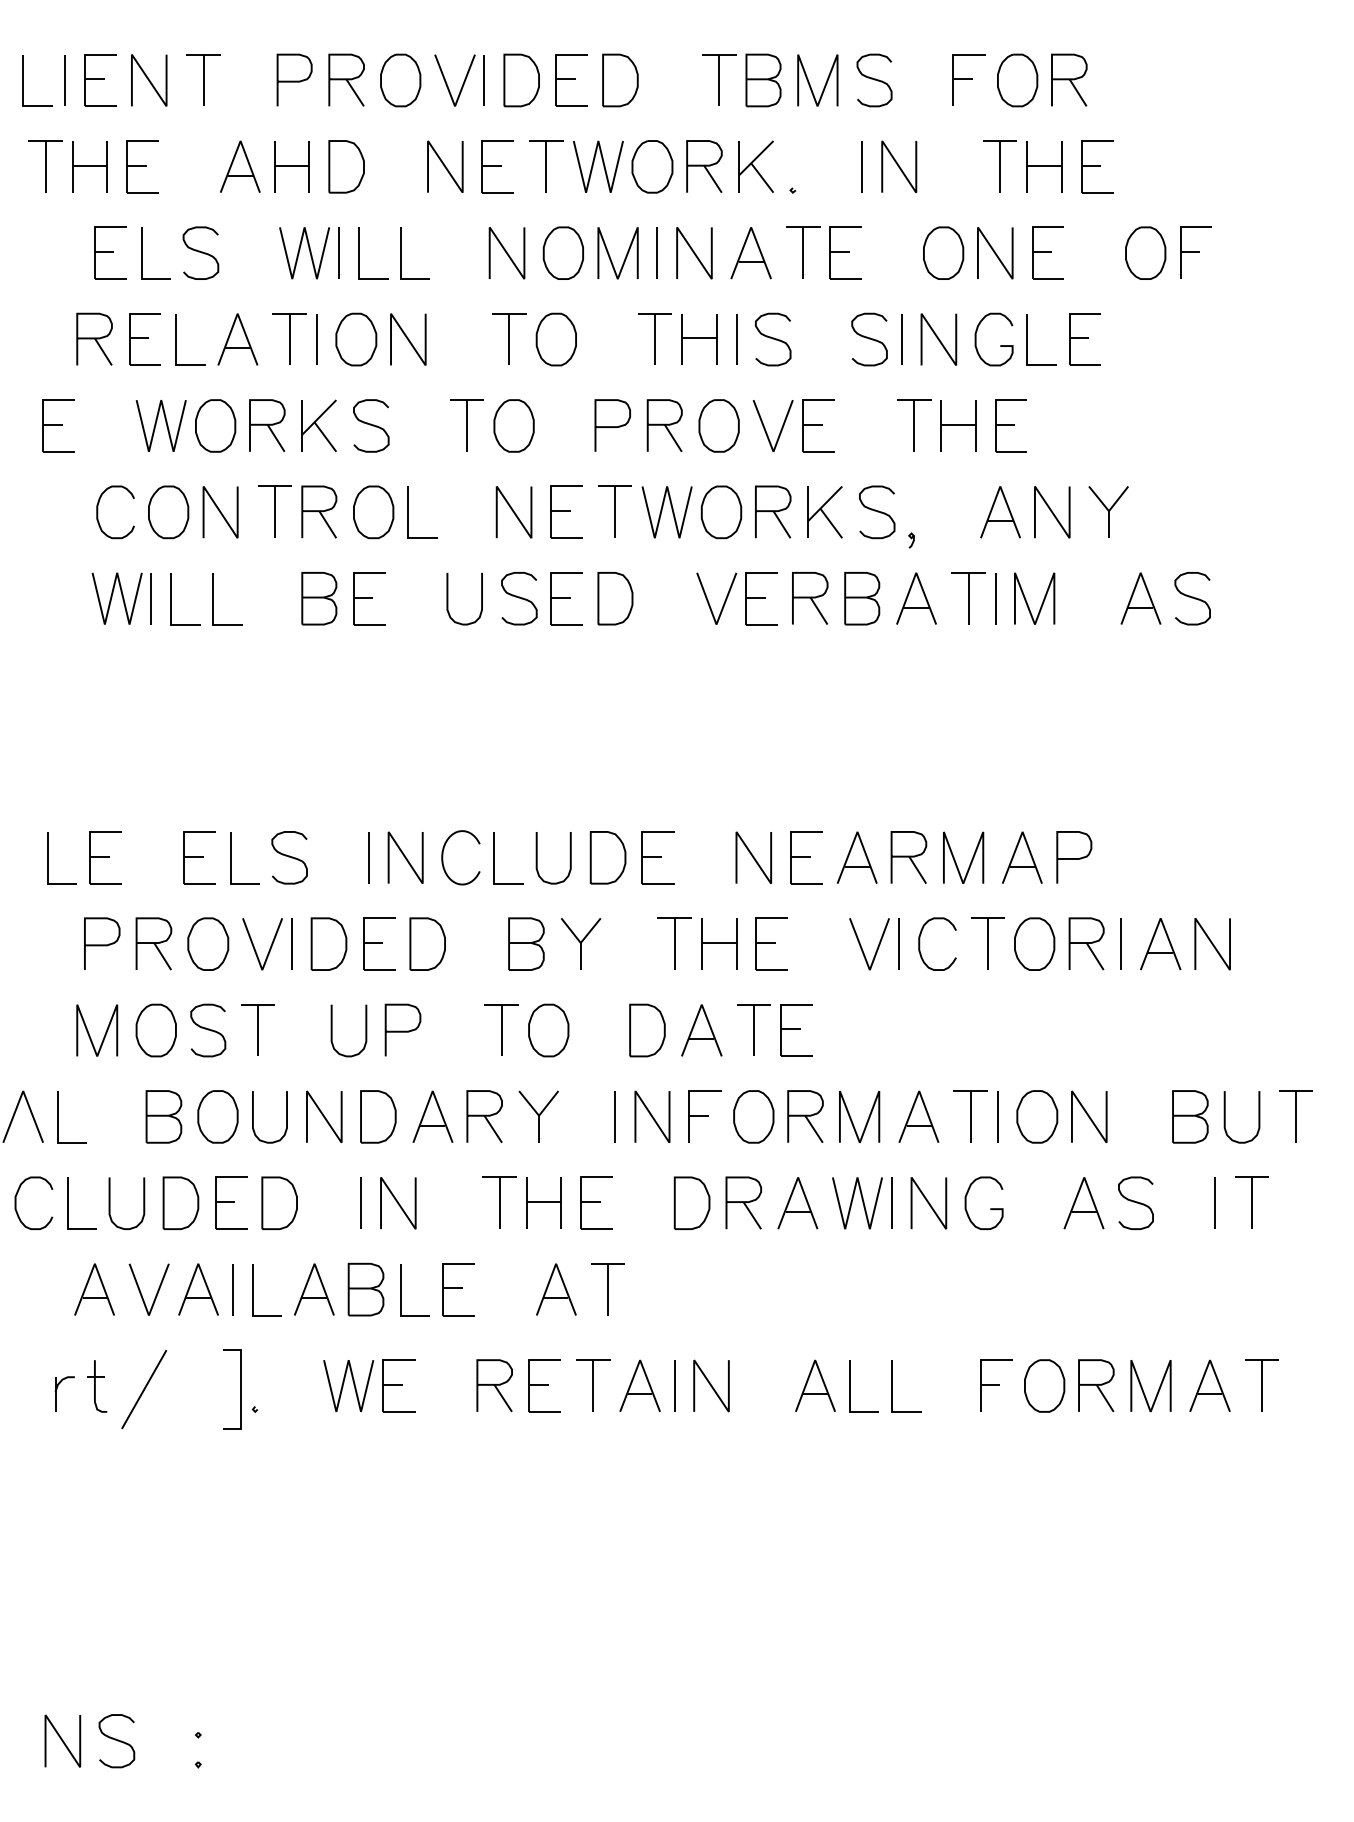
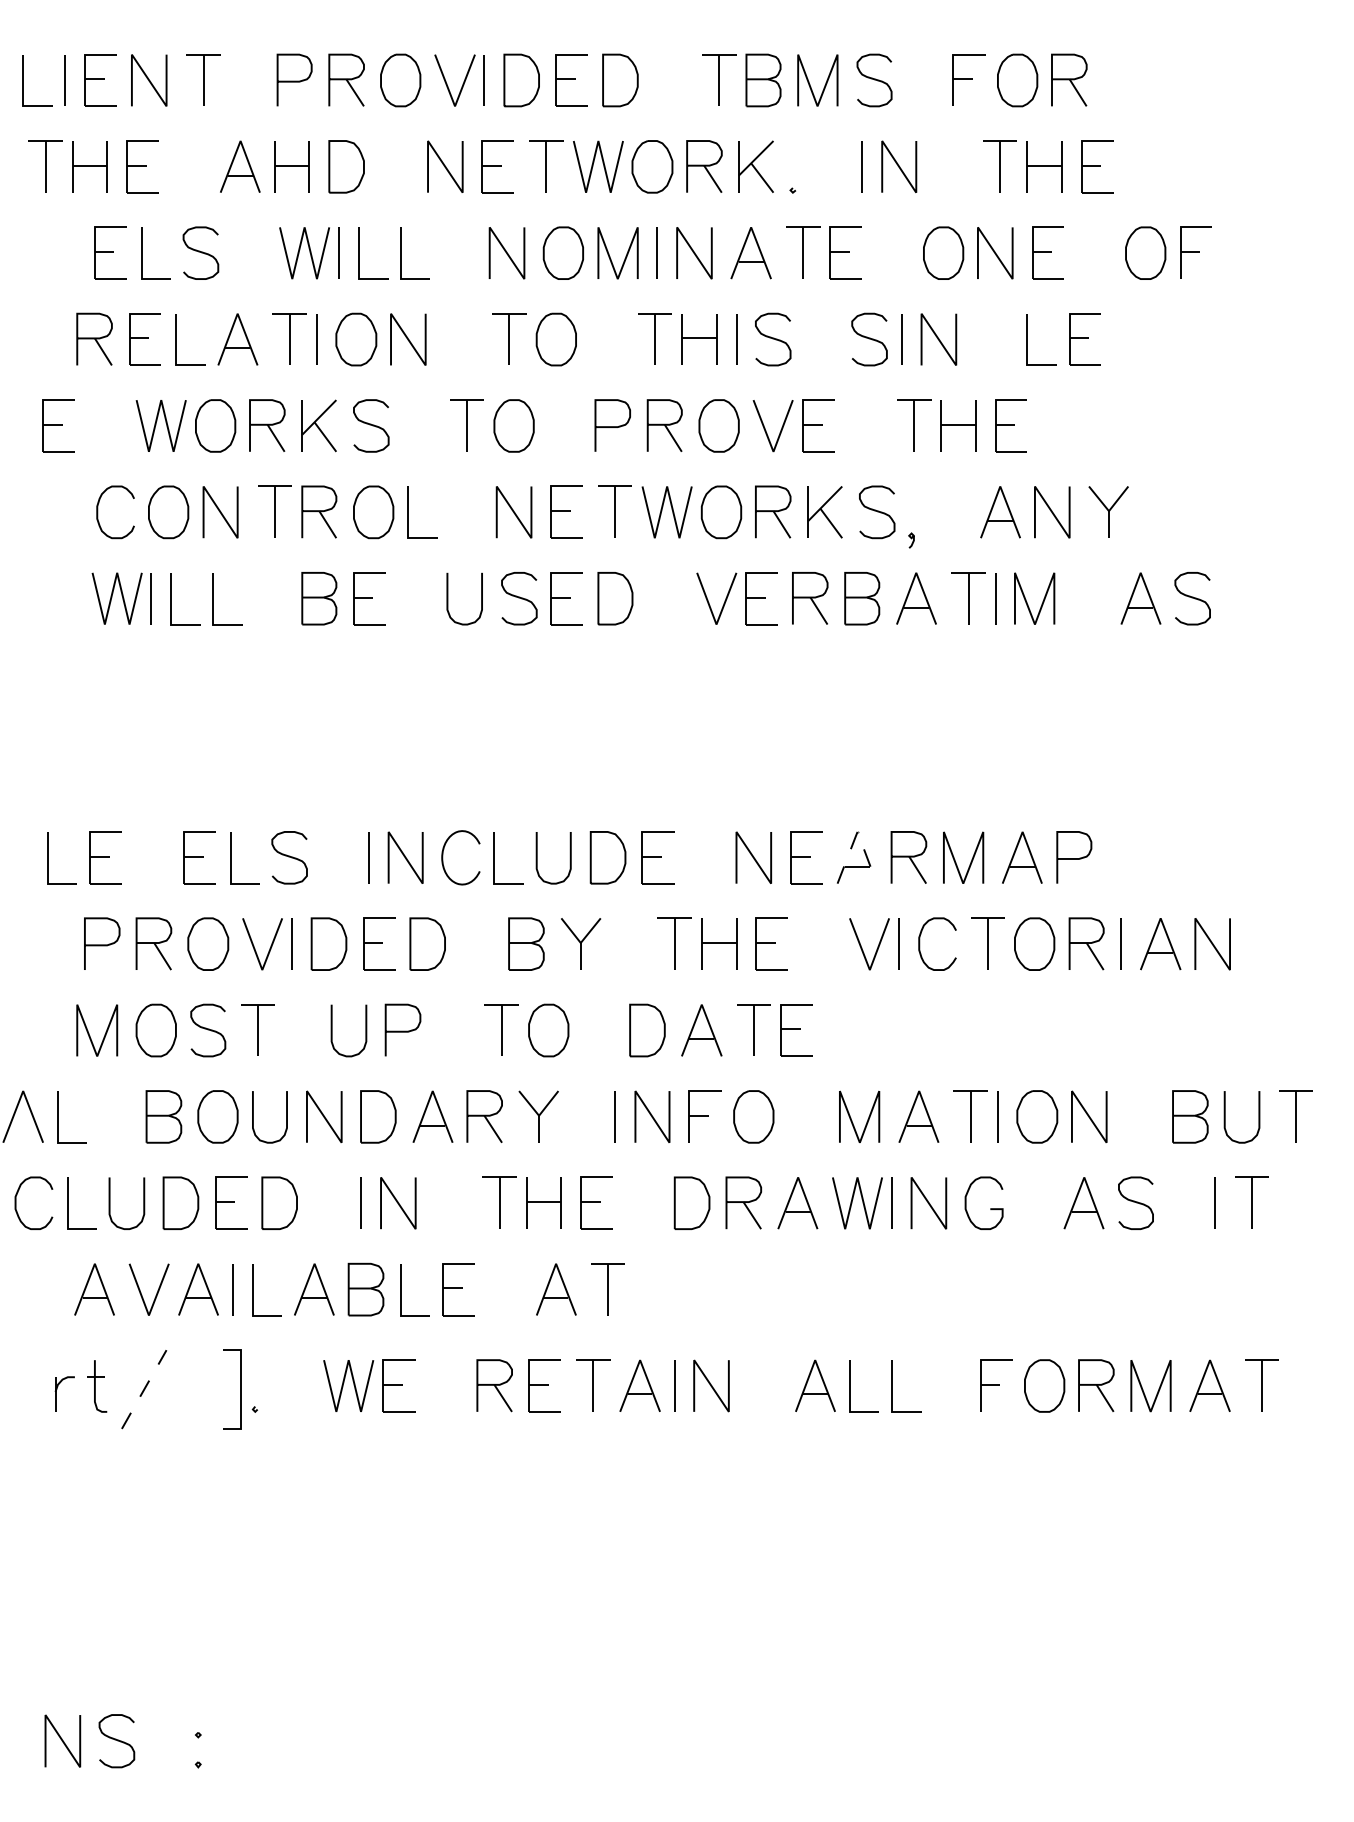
curve at (1000, 345): present -> none
line at (857, 831): solid -> dashed
part at (805, 1116): present -> none
line at (144, 1389): solid -> dashed
